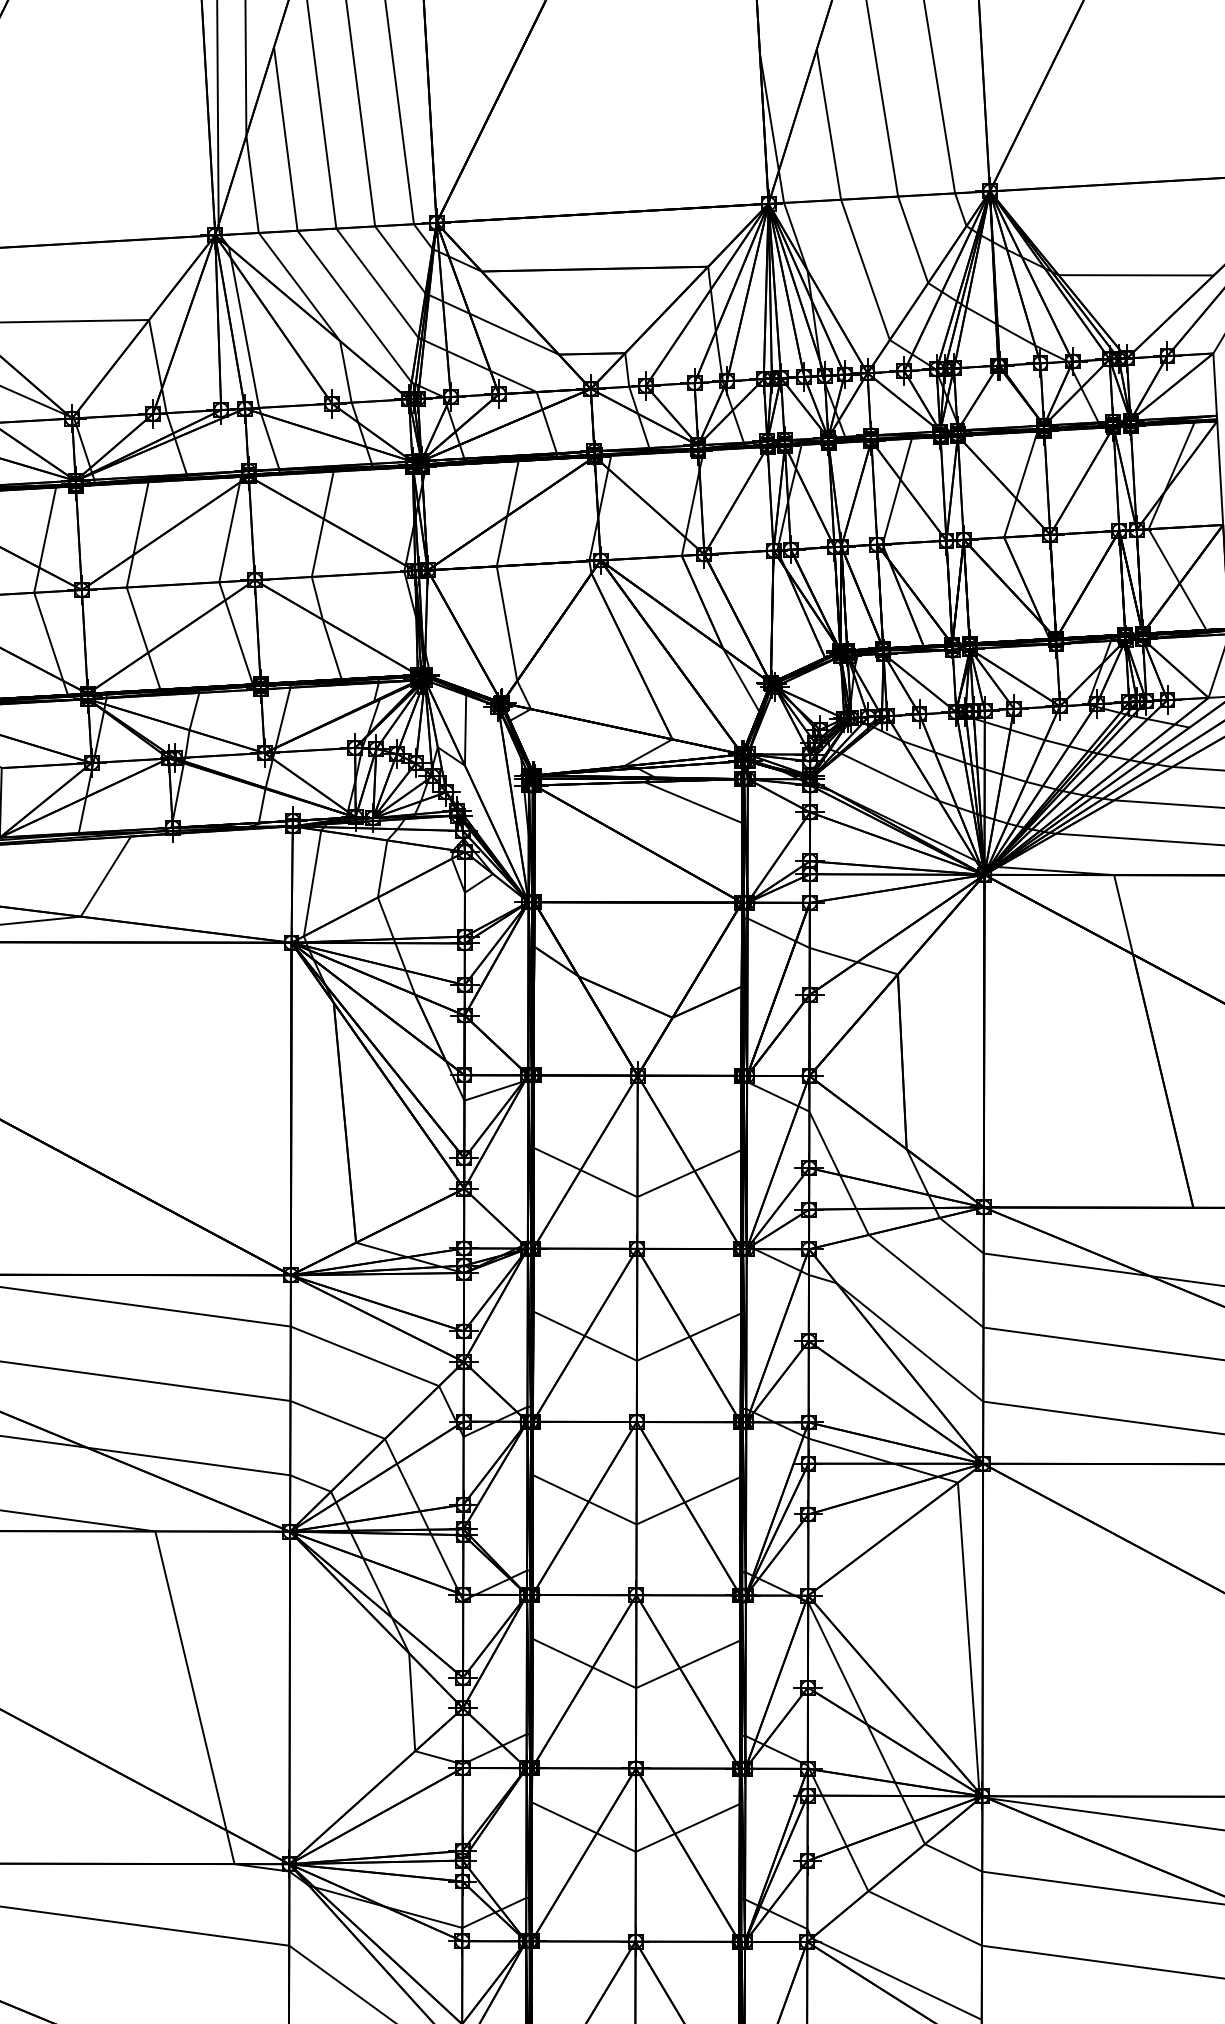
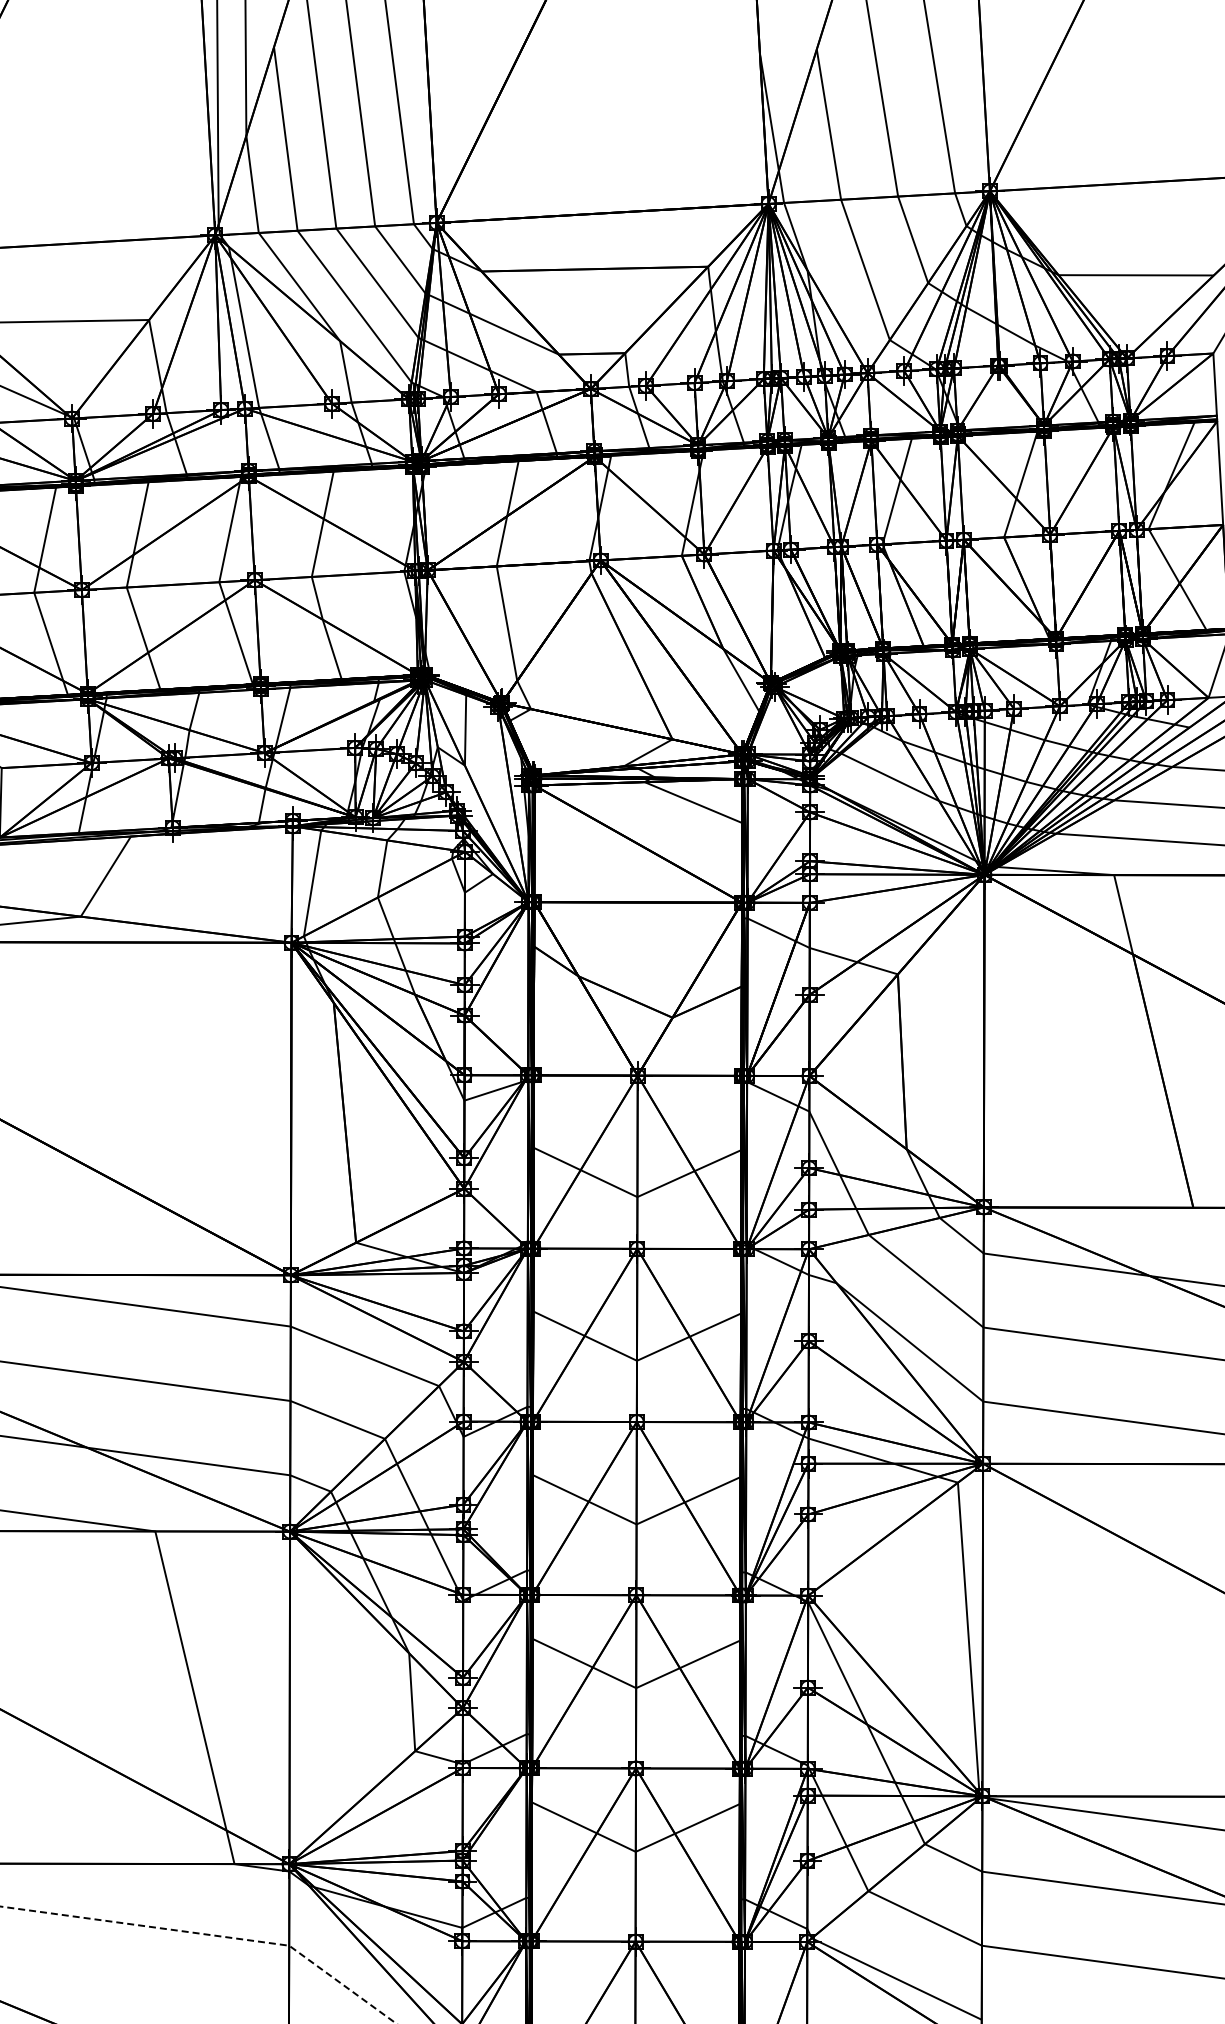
line at (211, 1935): solid -> dashed
